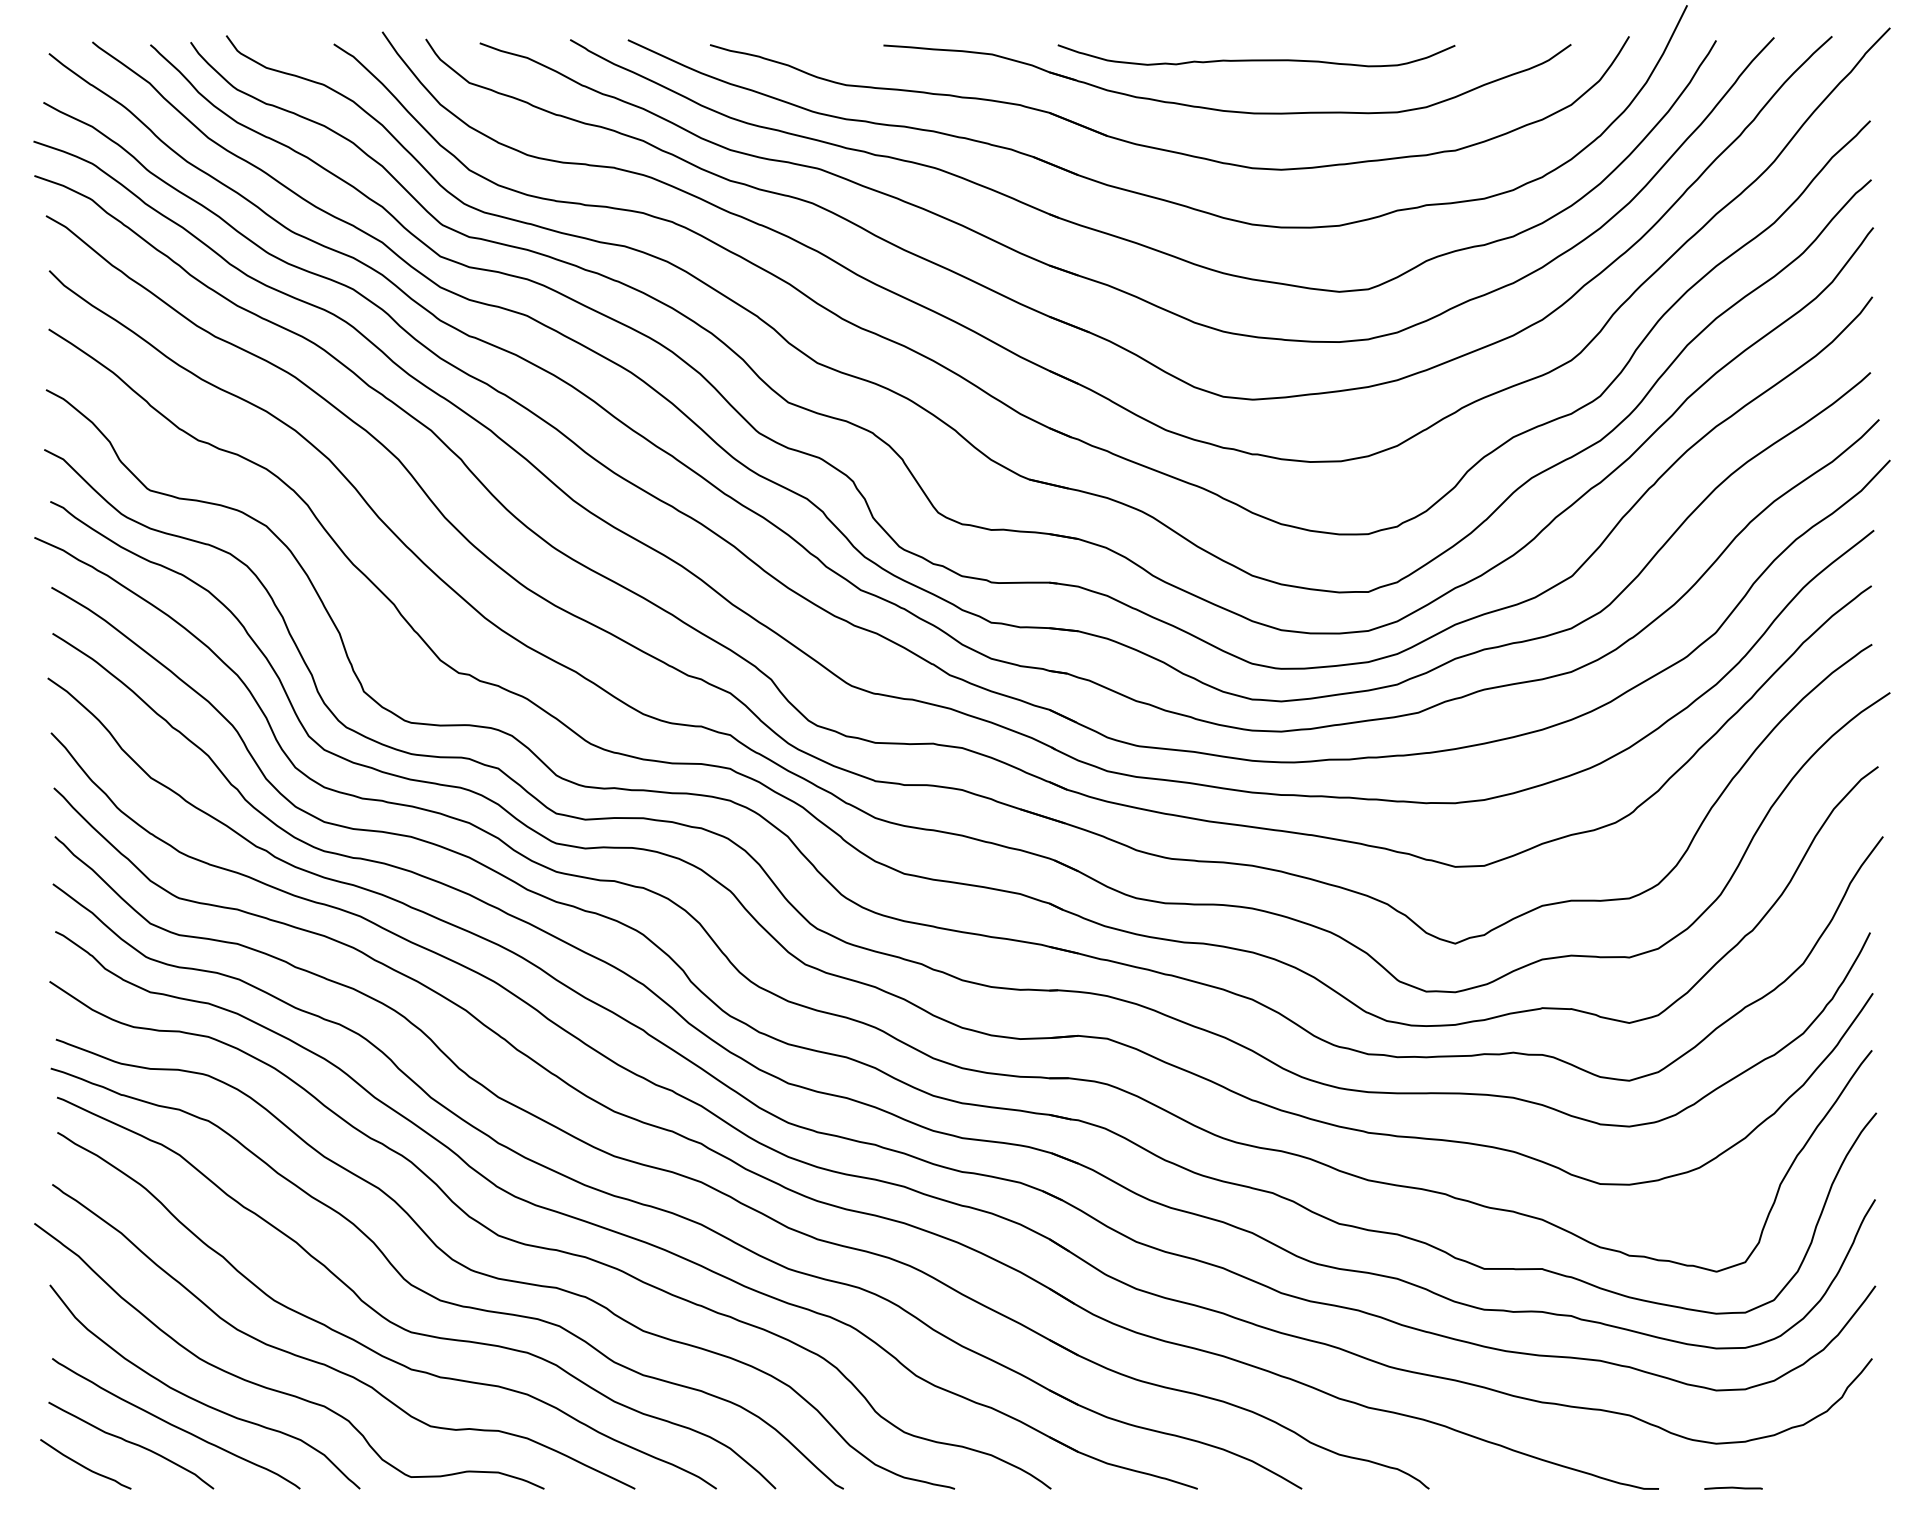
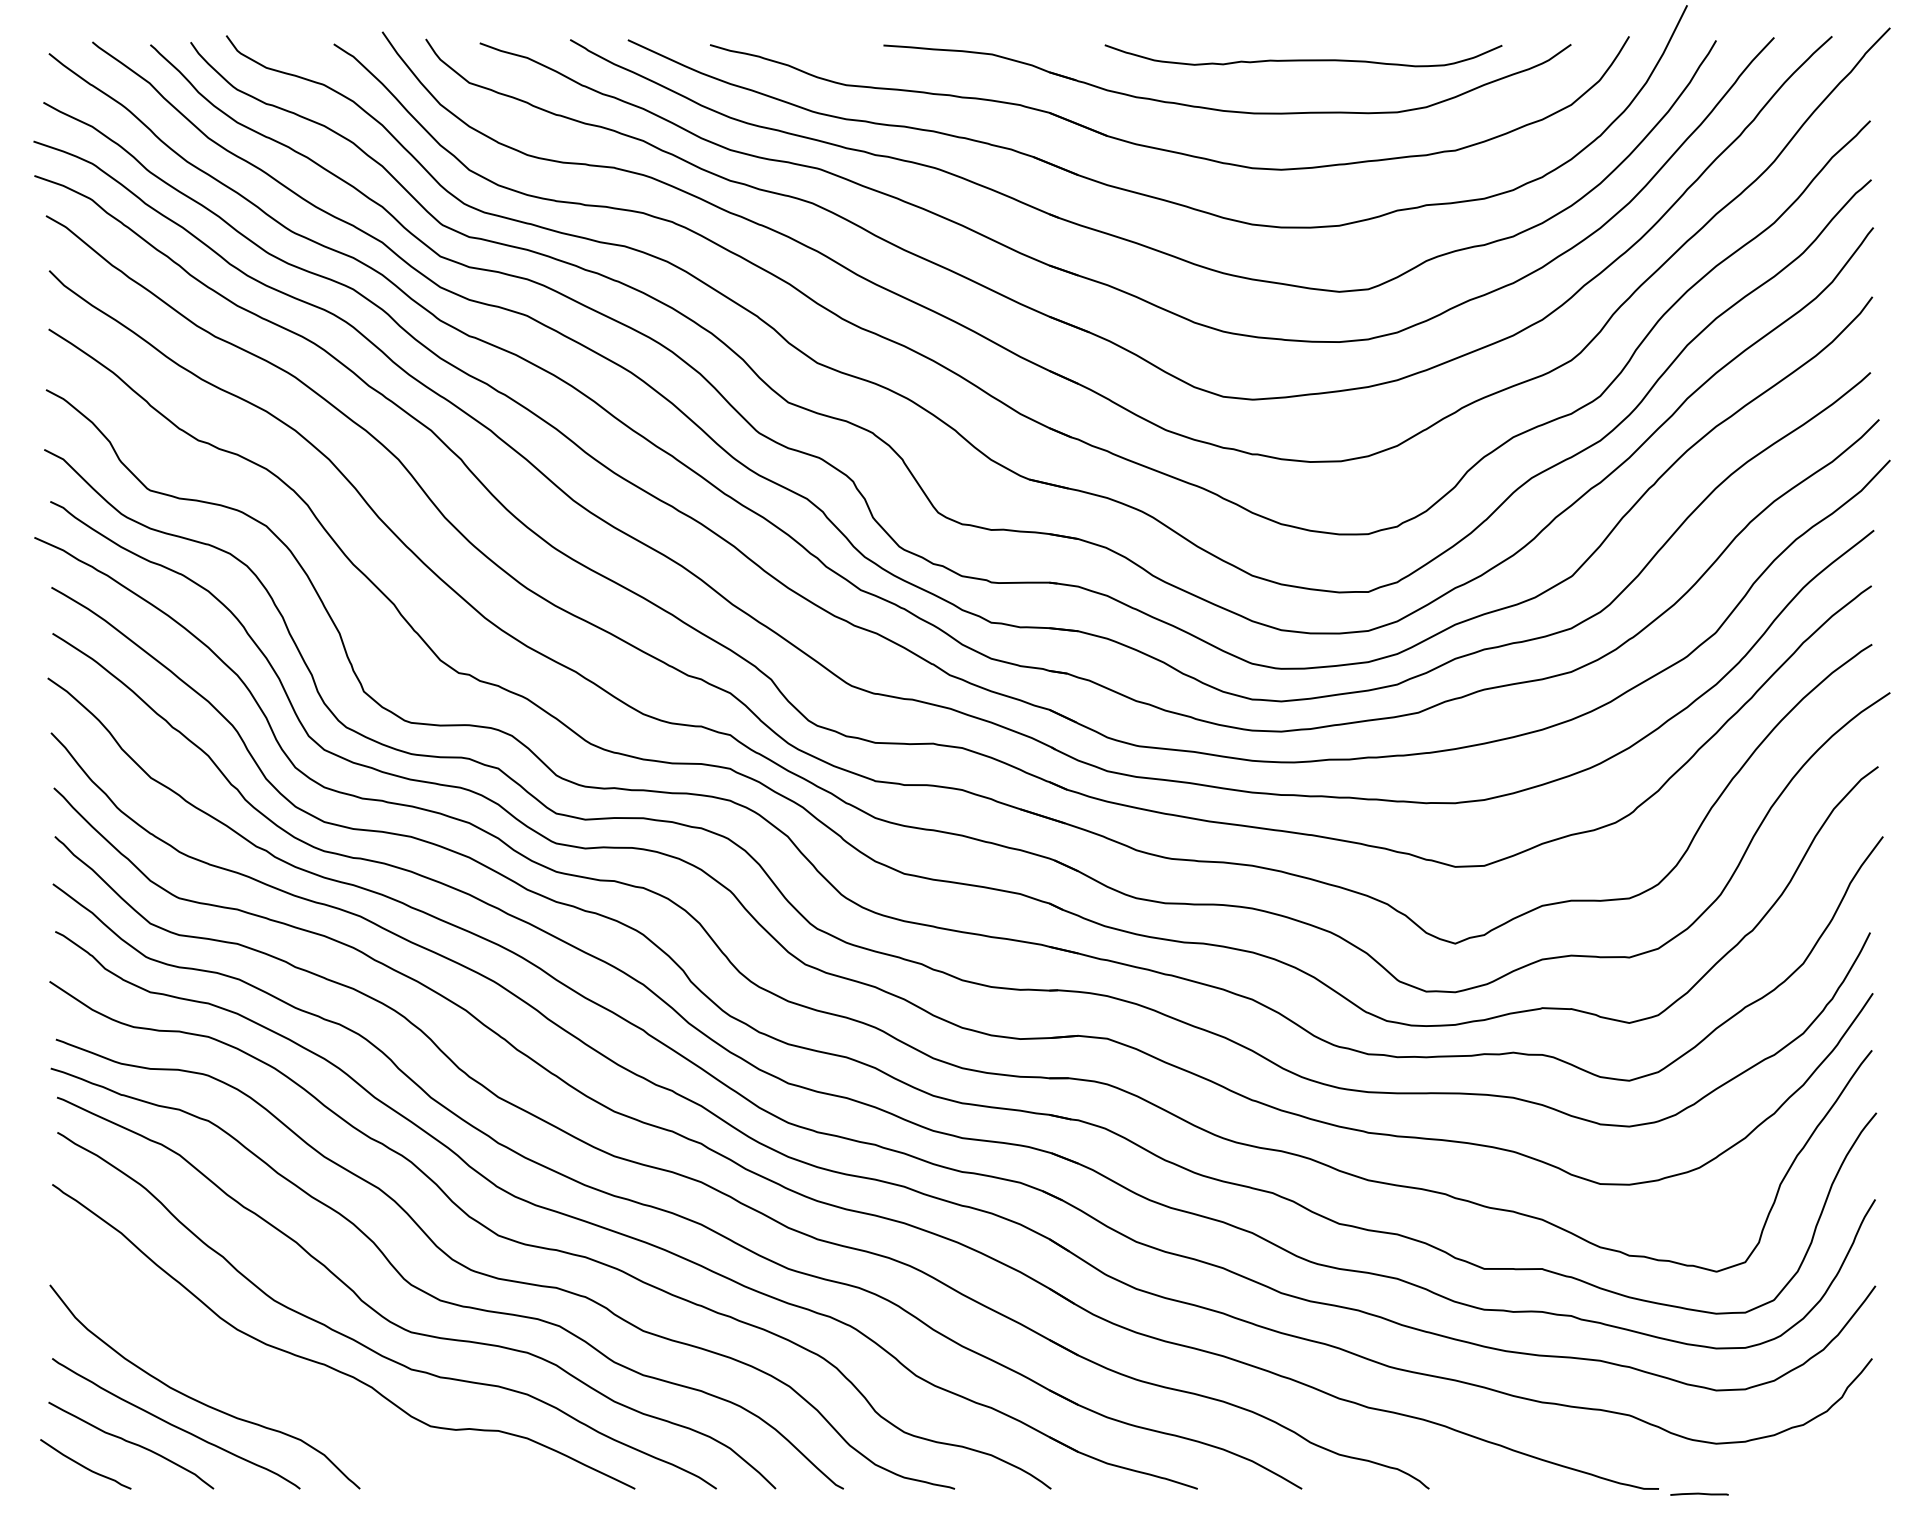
curve at (1256, 59) position: (1256, 59) -> (1303, 59)
curve at (279, 1390): present -> none
line at (1733, 1487) position: (1733, 1487) -> (1699, 1493)
